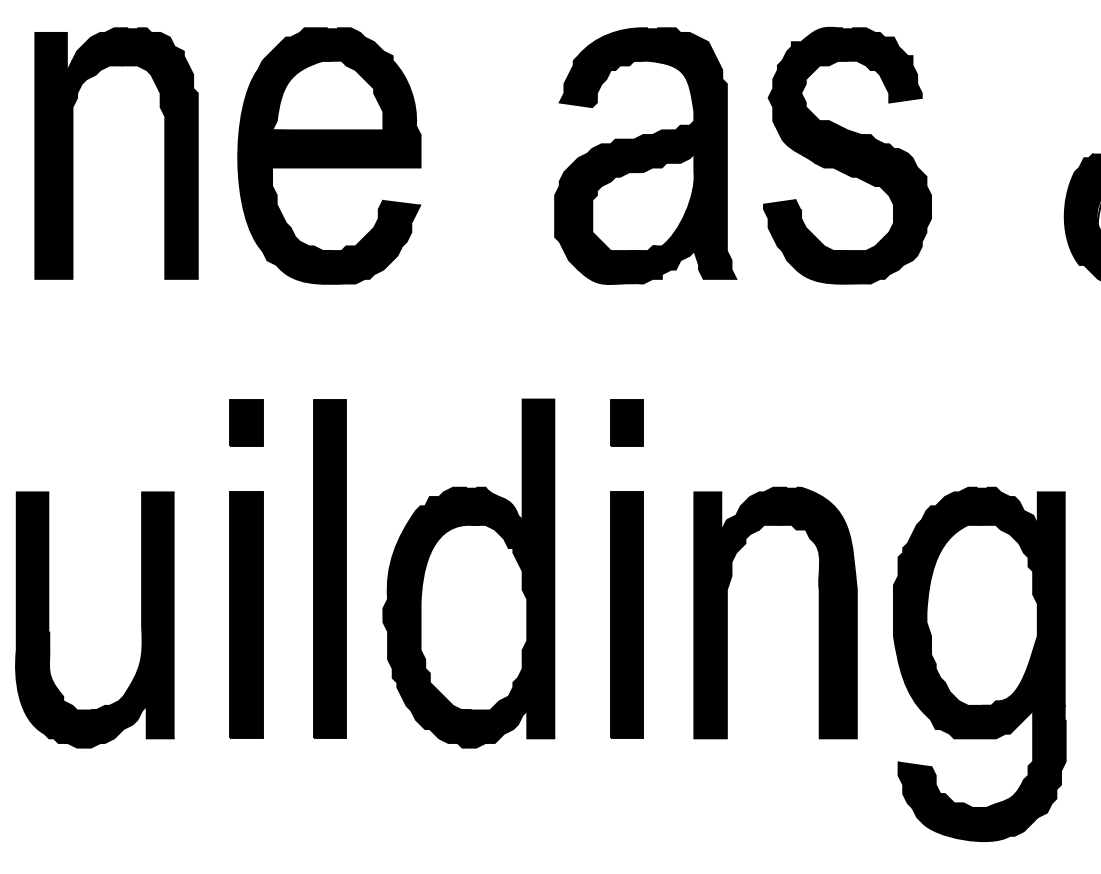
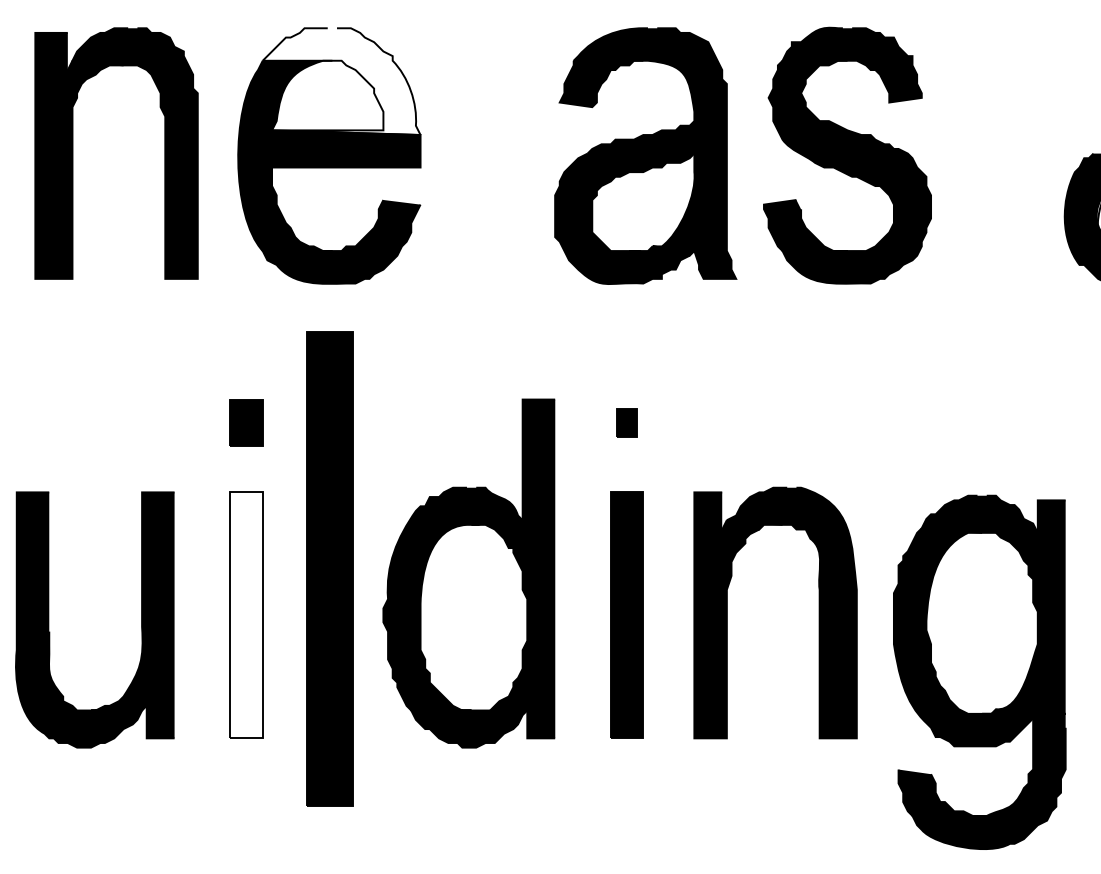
fill at (341, 81): present -> none
part at (626, 422) size: 34x48 px -> 22x30 px
part at (329, 568) size: 34x340 px -> 48x476 px
fill at (246, 615): present -> none
part at (979, 663) position: (979, 663) -> (979, 671)
